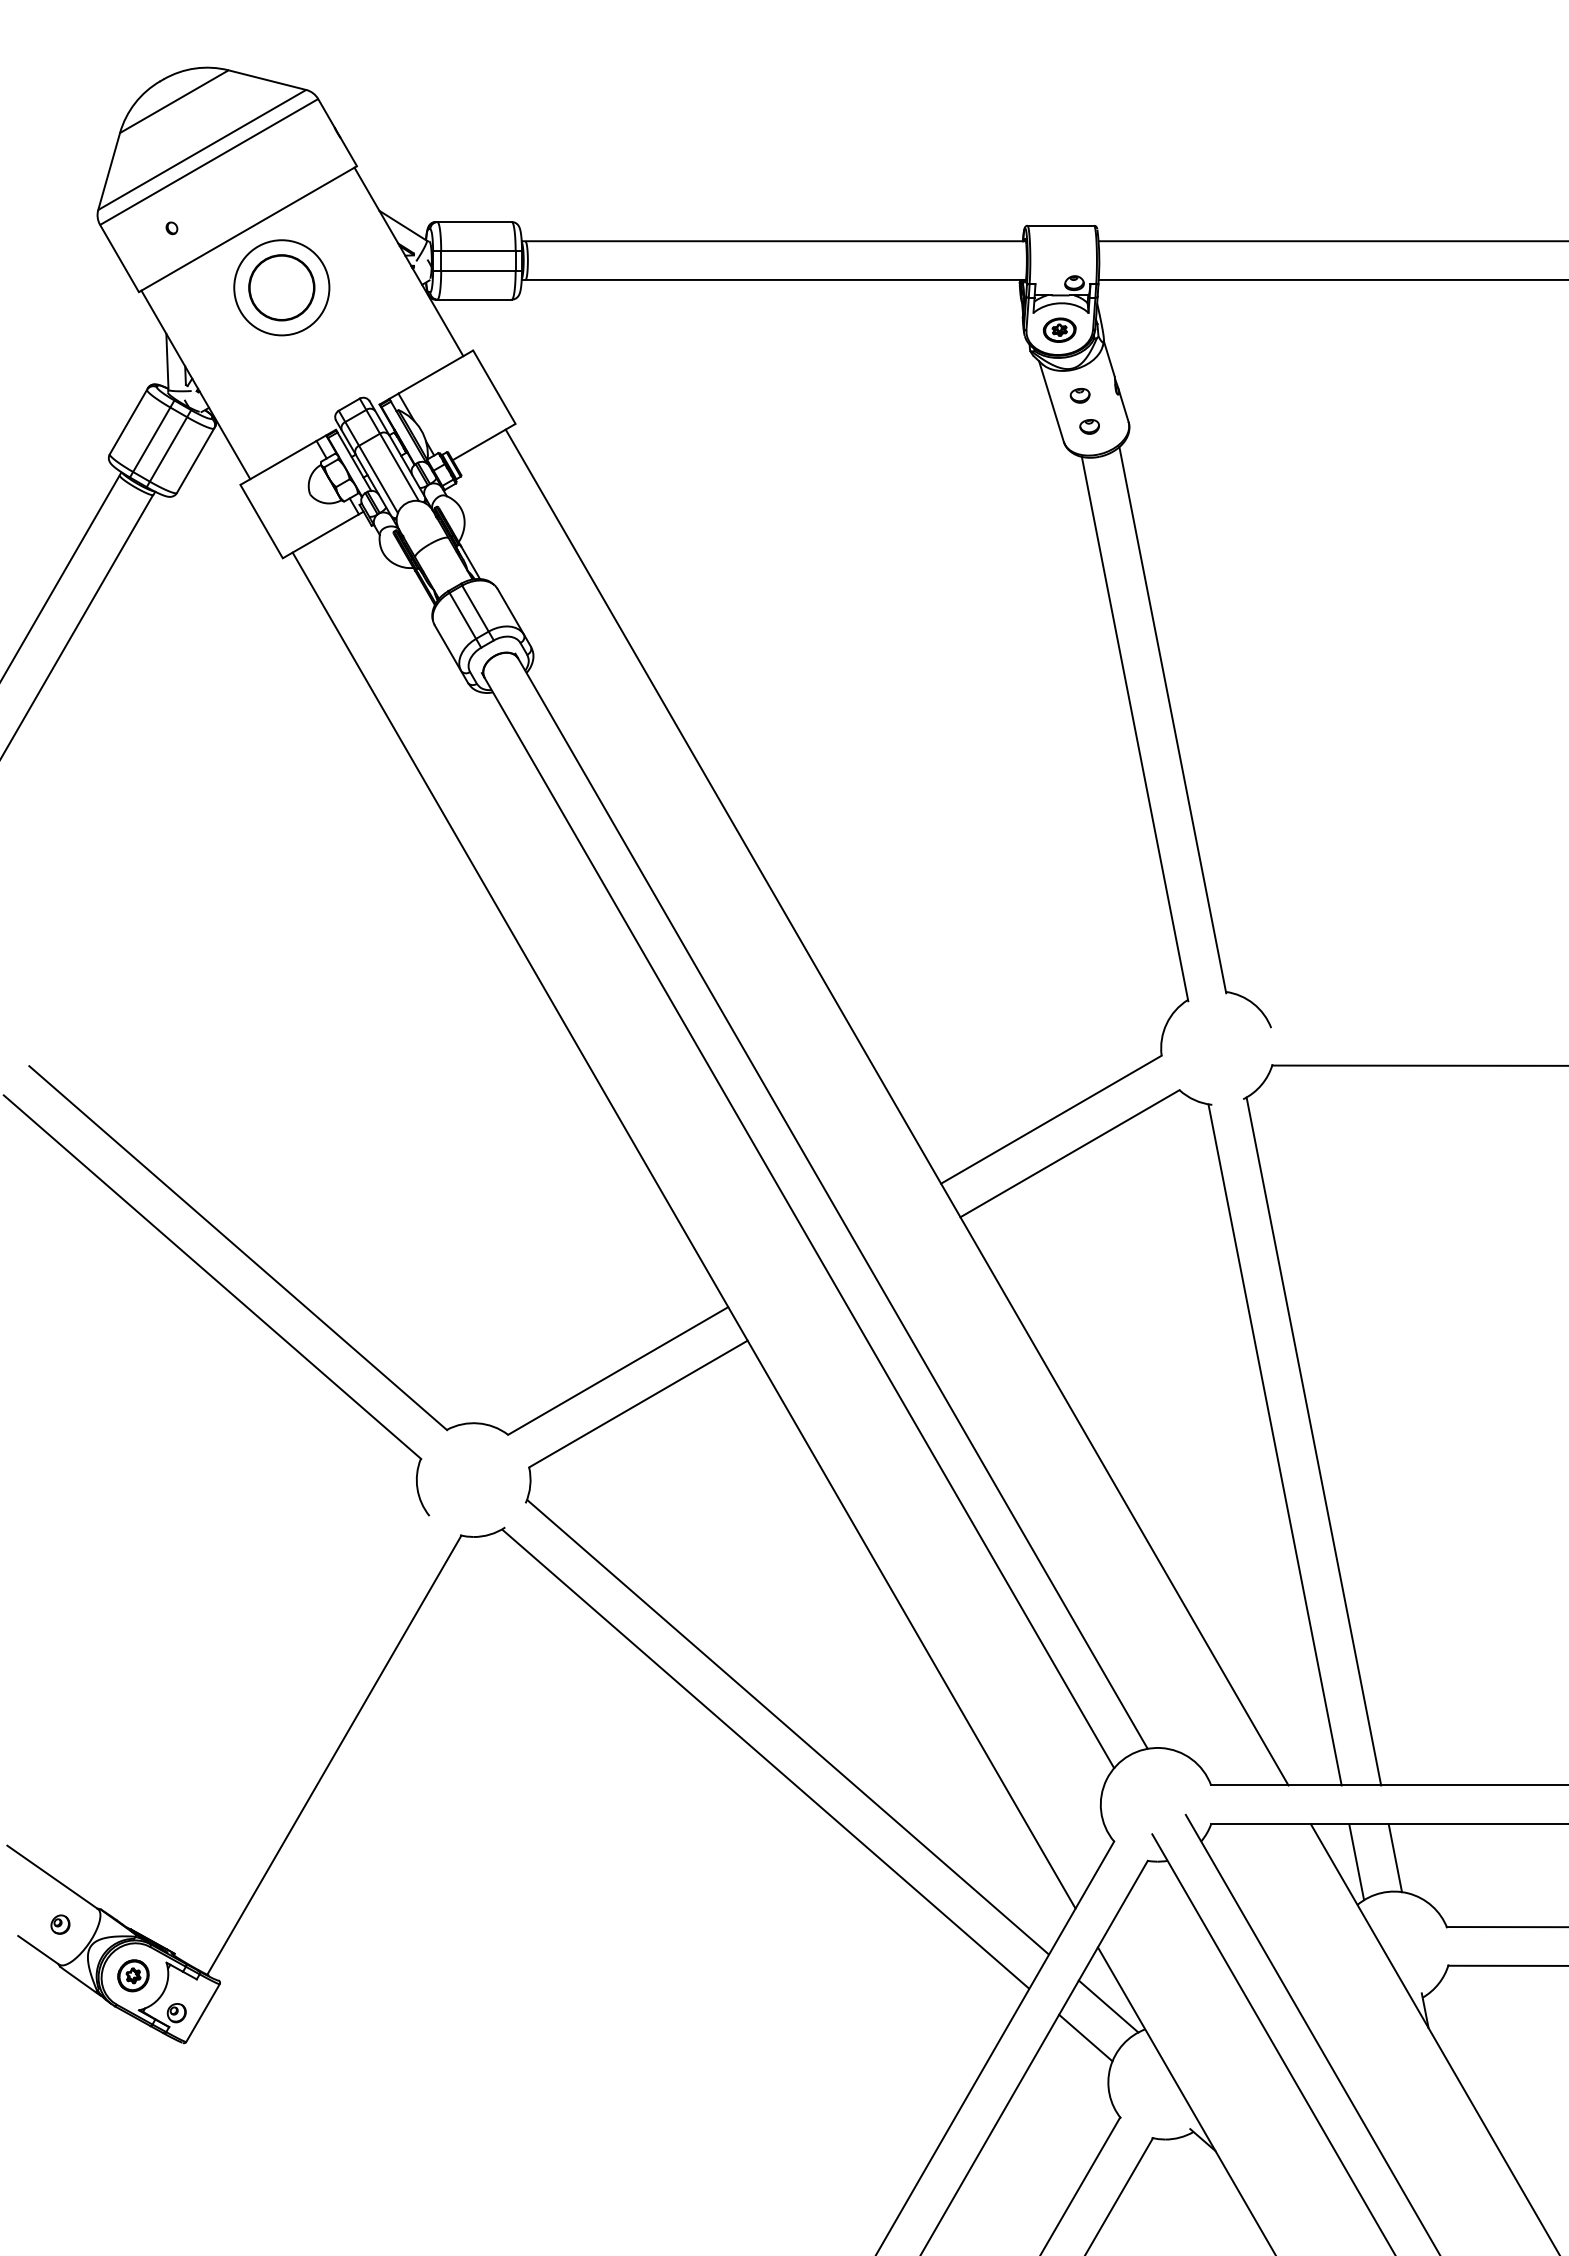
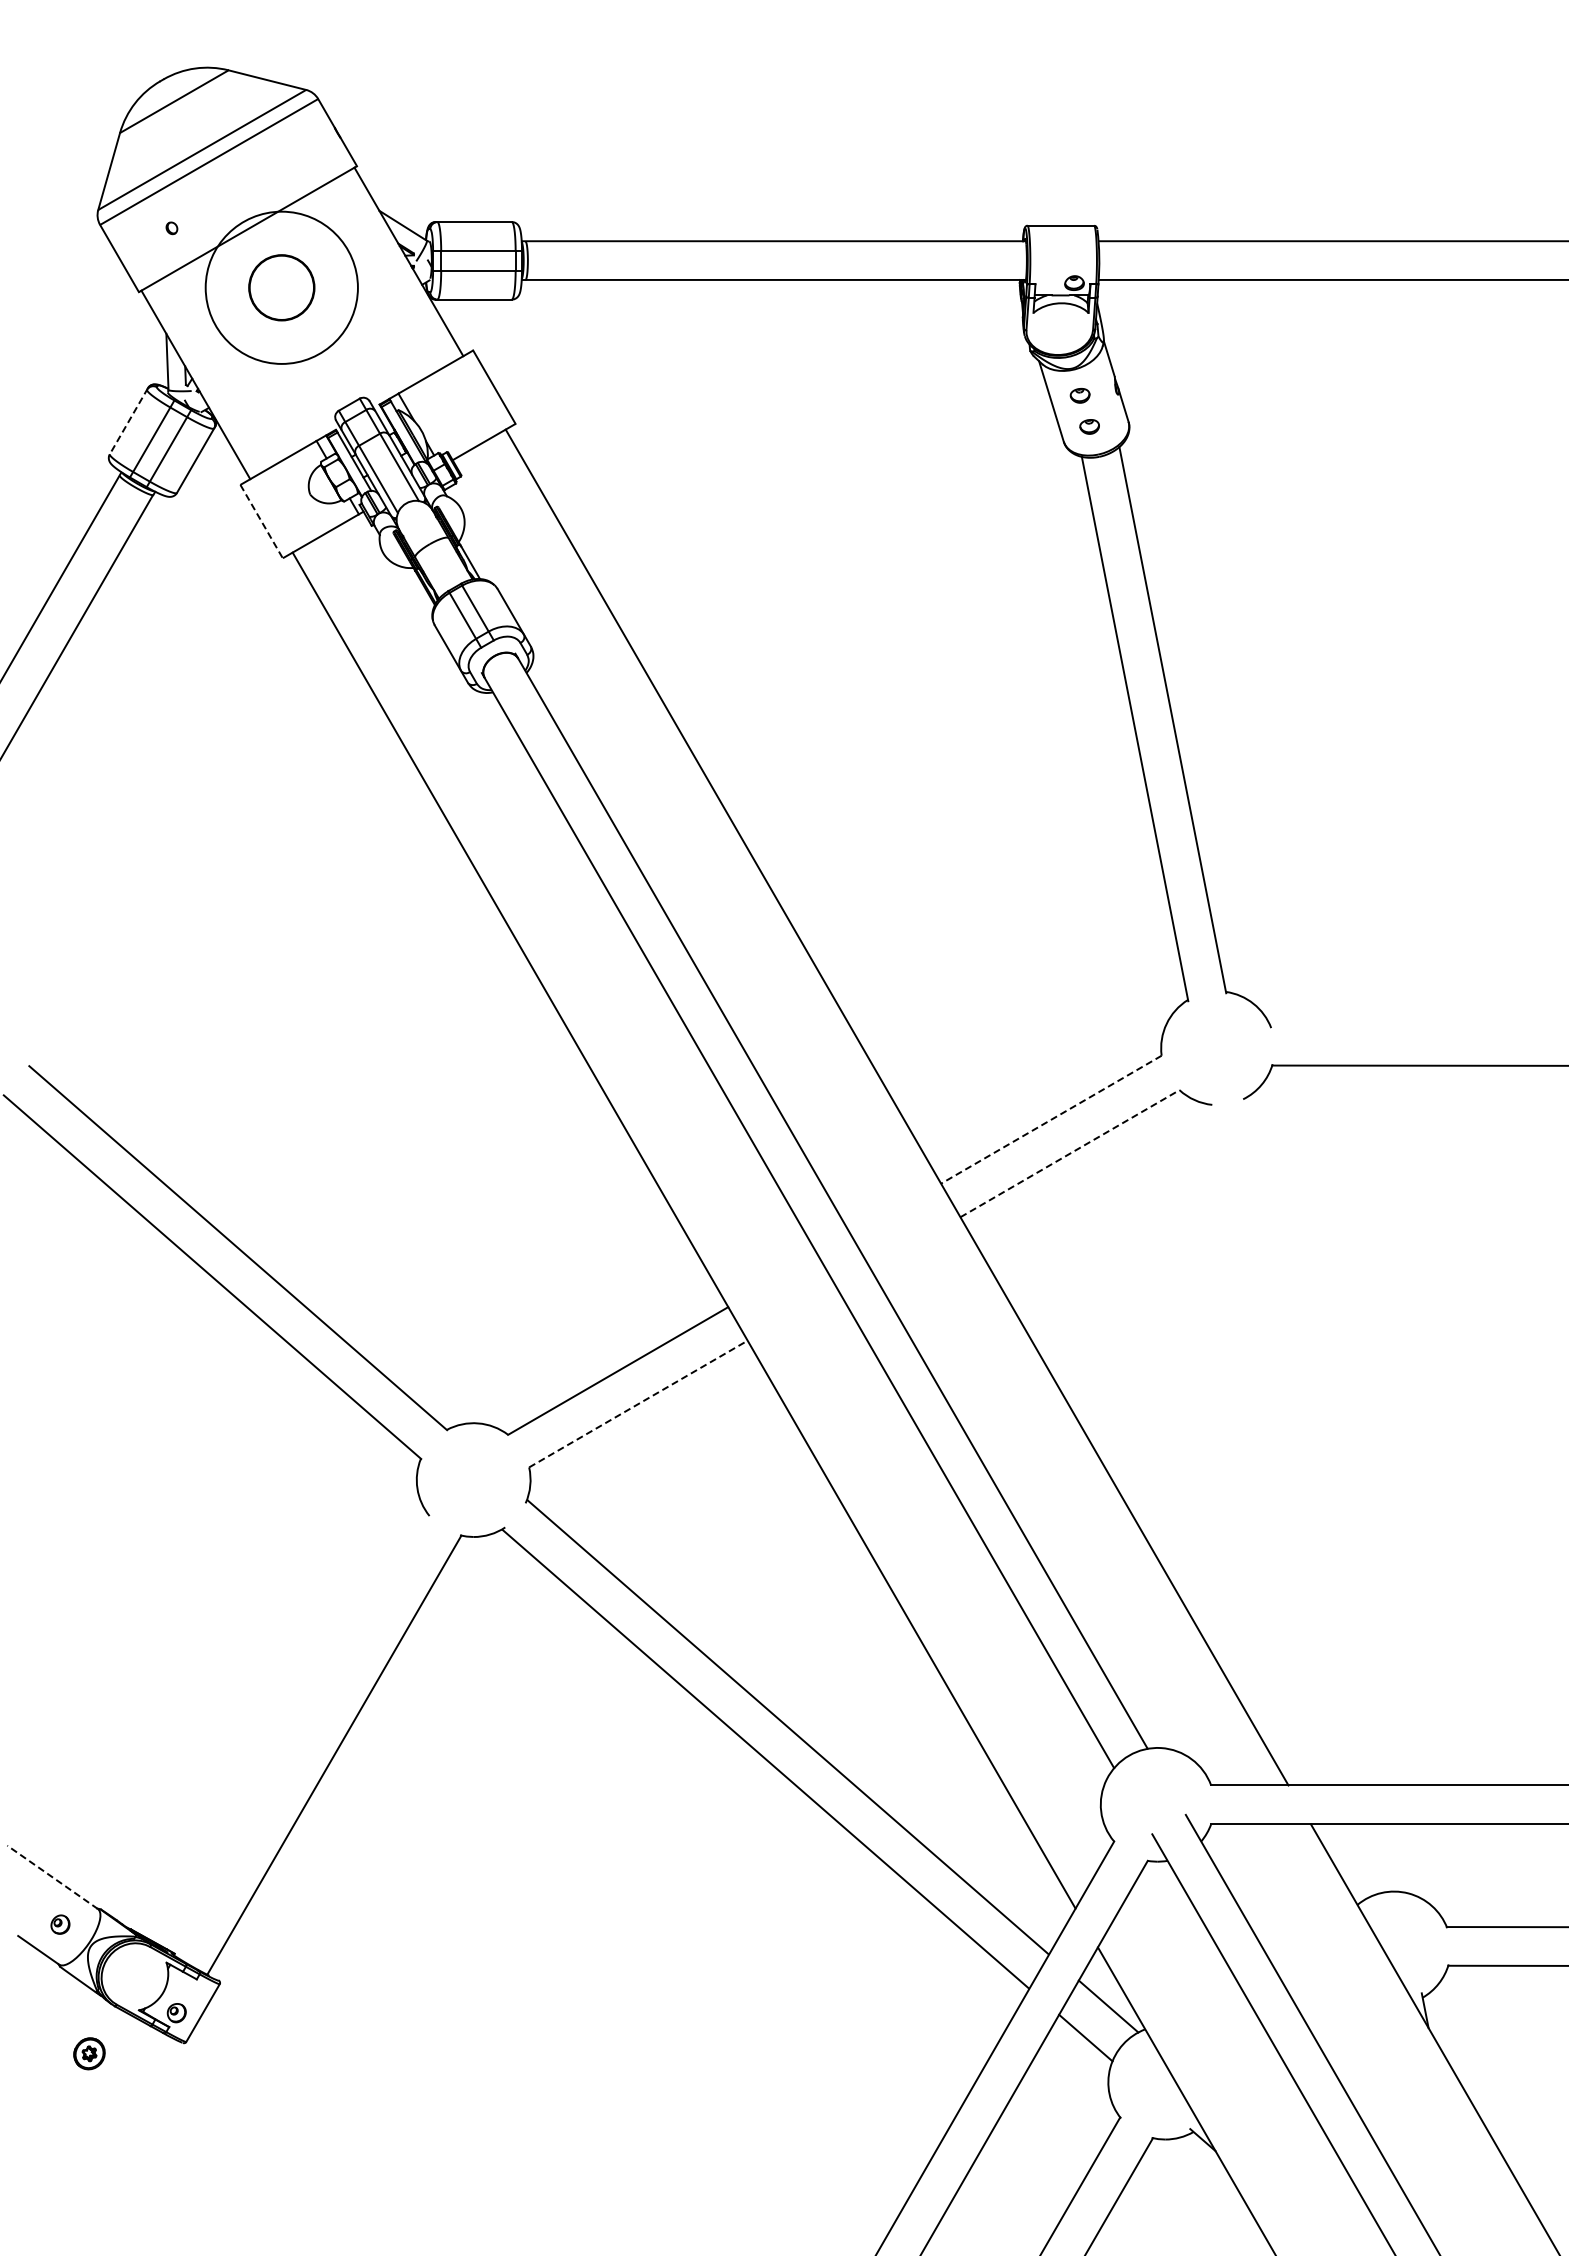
circle at (281, 287) diameter: 95 px -> 152 px
part at (1059, 329): present -> none
line at (128, 421): solid -> dashed
line at (261, 522): solid -> dashed
line at (1050, 1119): solid -> dashed
line at (1070, 1153): solid -> dashed
line at (638, 1403): solid -> dashed
line at (1313, 1441): present -> none
line at (1274, 1444): present -> none
line at (1395, 1858): present -> none
line at (1356, 1862): present -> none
line at (52, 1877): solid -> dashed
part at (133, 1975) position: (133, 1975) -> (89, 2053)
